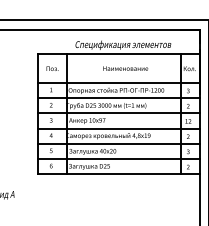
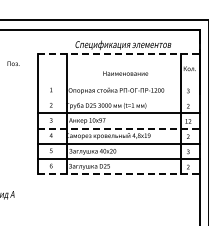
line at (118, 54): solid -> dashed
text at (52, 68) position: (52, 68) -> (13, 63)
text at (125, 68) position: (125, 68) -> (125, 73)
line at (118, 82): present -> none
line at (118, 98): present -> none
line at (118, 128): solid -> dashed
line at (118, 174): solid -> dashed
